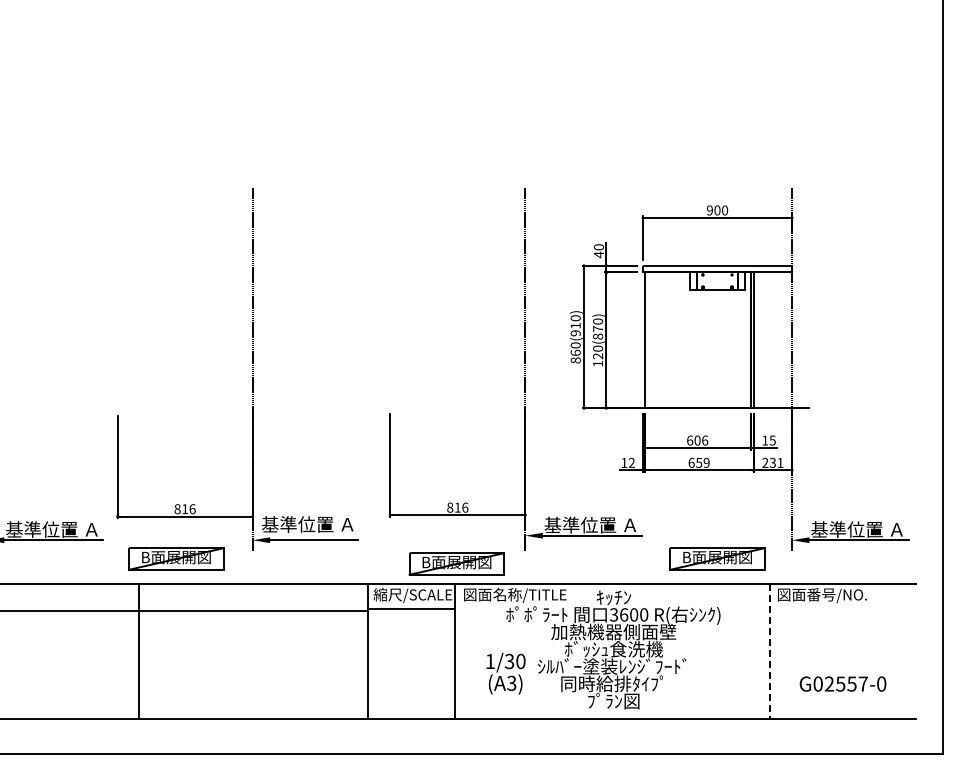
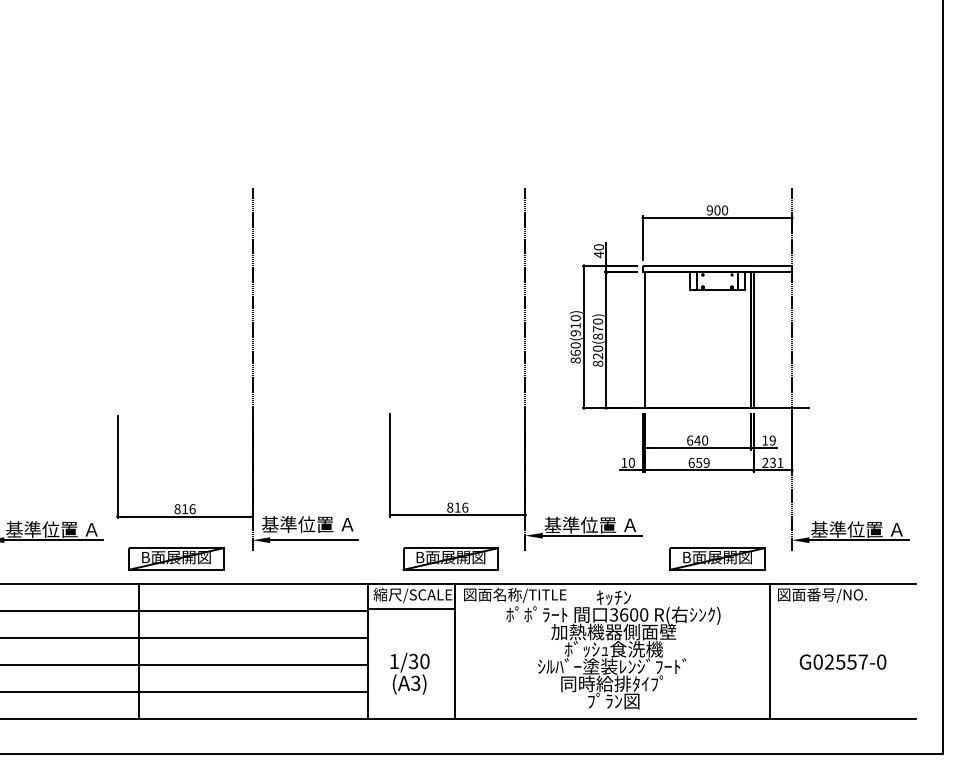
text at (598, 363): 120(870) -> 820(870)
text at (701, 440): 606 -> 640
text at (772, 440): 15 -> 19
text at (631, 462): 12 -> 10
part at (456, 563) position: (456, 563) -> (450, 558)
line at (185, 637): none -> present
line at (770, 651): dashed -> solid
line at (185, 664): none -> present
text at (505, 673) position: (505, 673) -> (409, 673)
text at (842, 683) position: (842, 683) -> (842, 661)
line at (185, 691): none -> present
